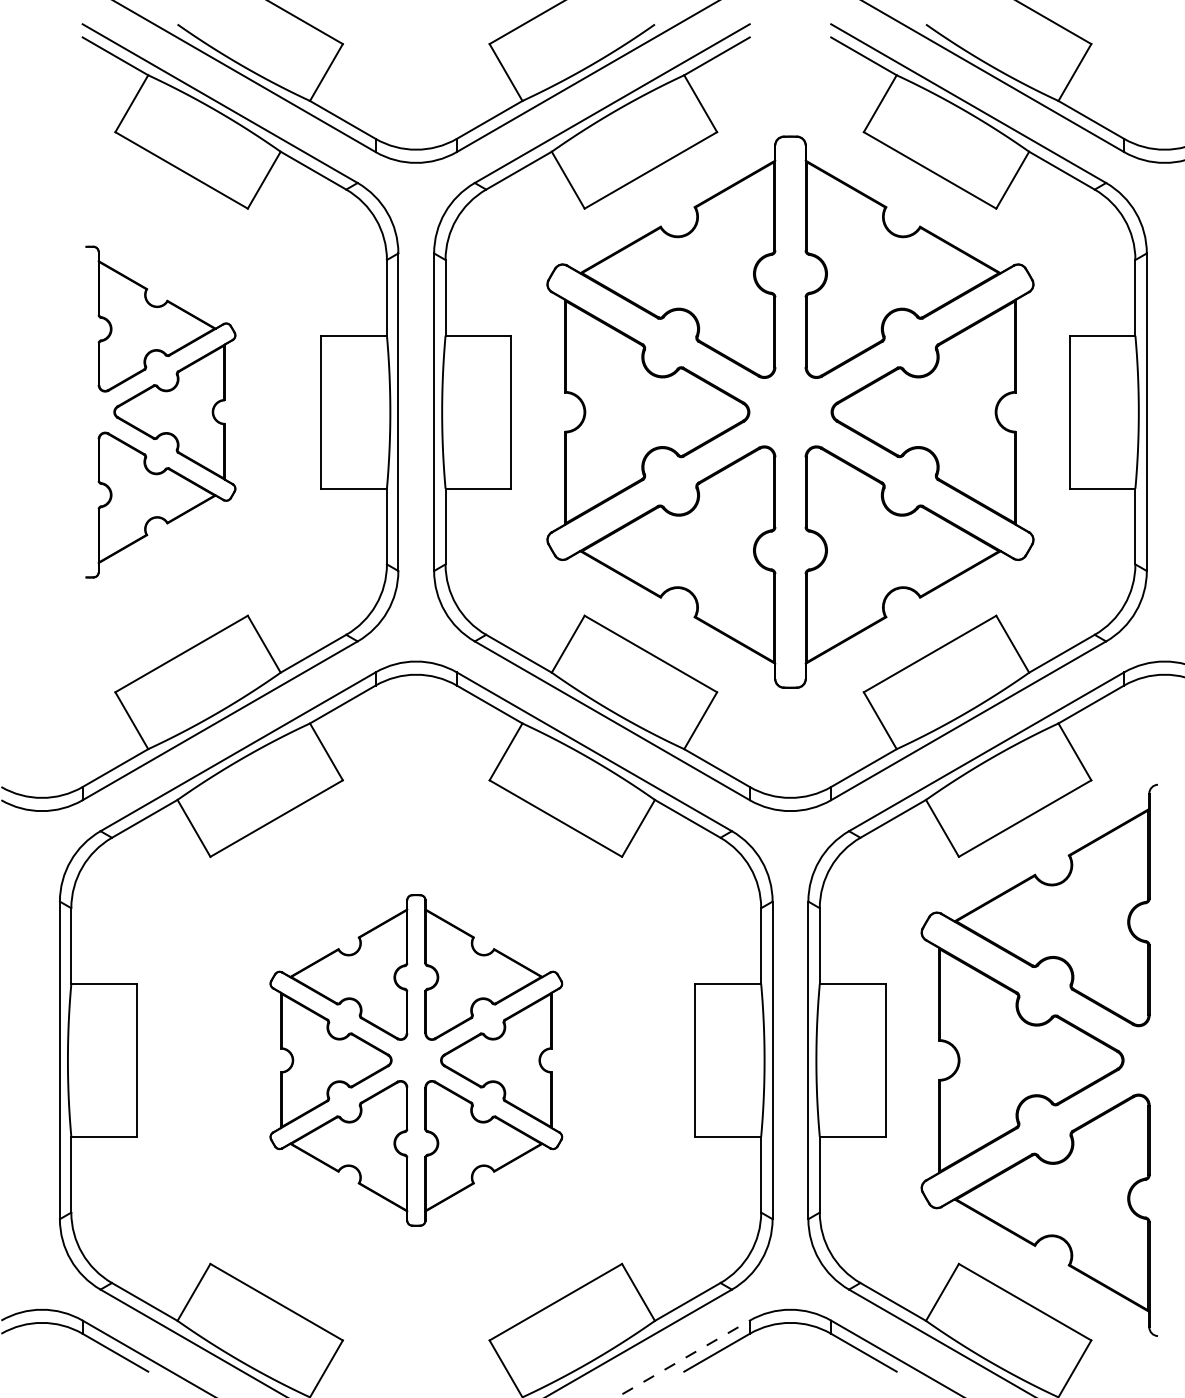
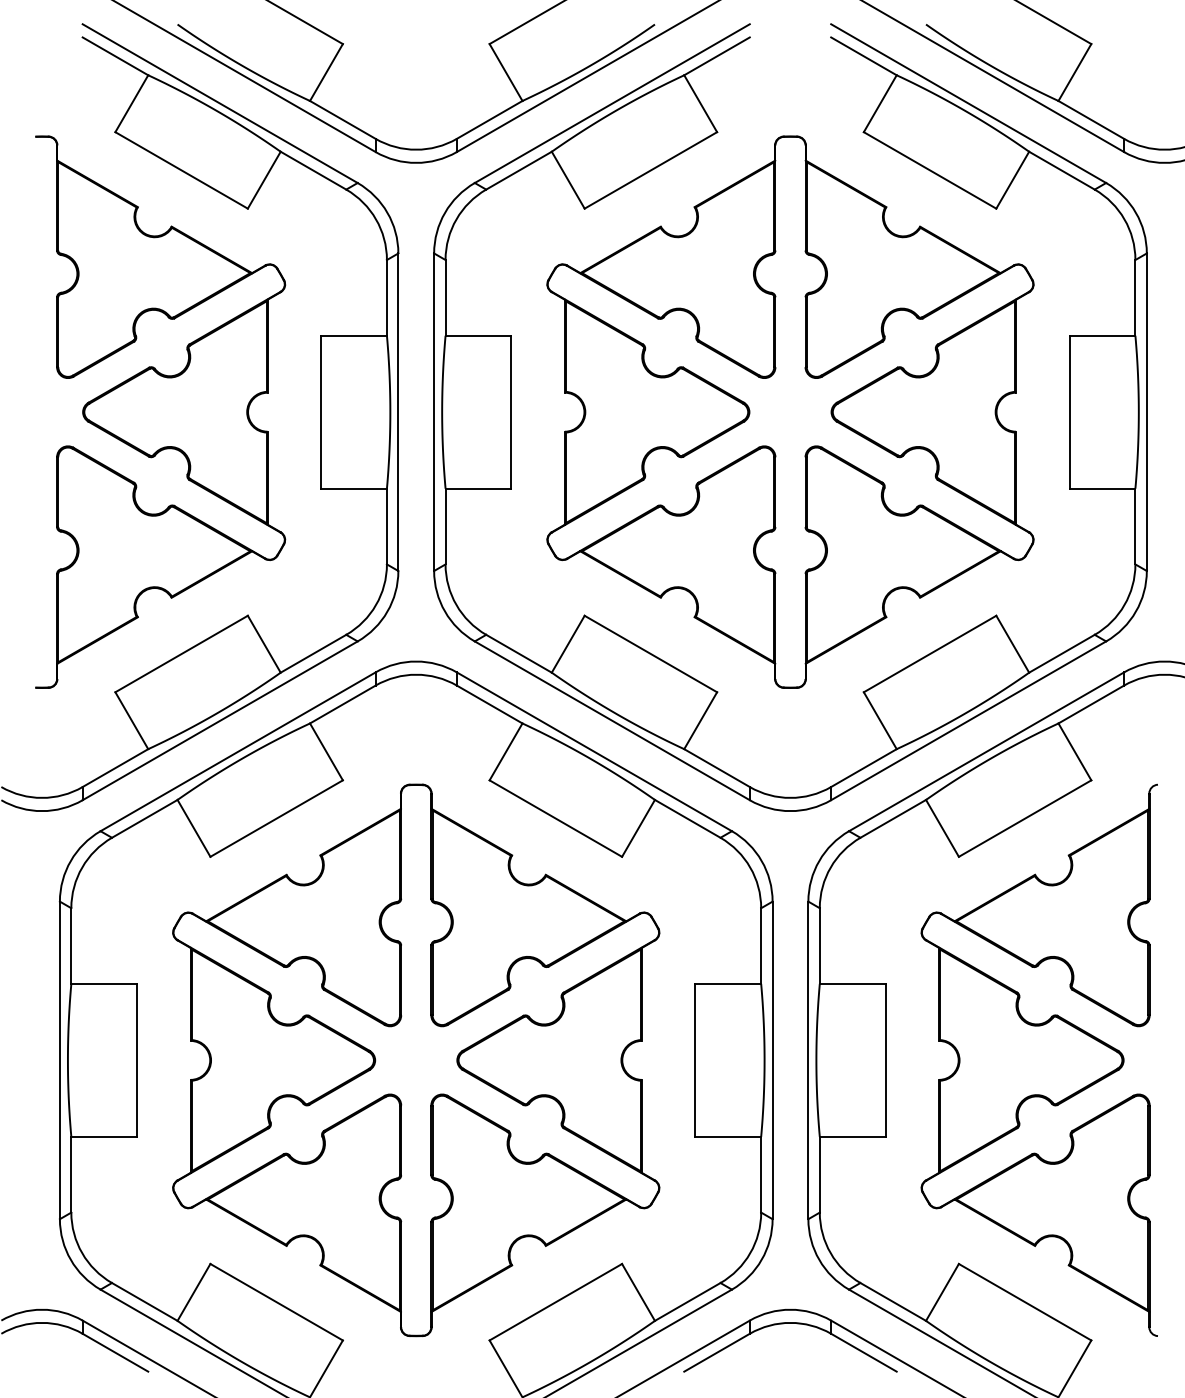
part at (160, 411) size: 152x334 px -> 252x554 px
part at (416, 1060) size: 295x333 px -> 489x555 px
line at (683, 1359): dashed -> solid
